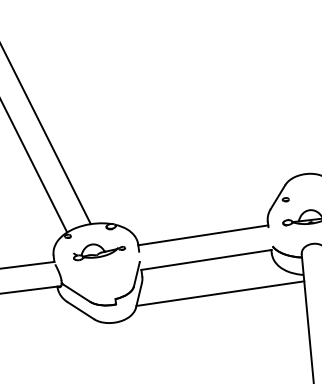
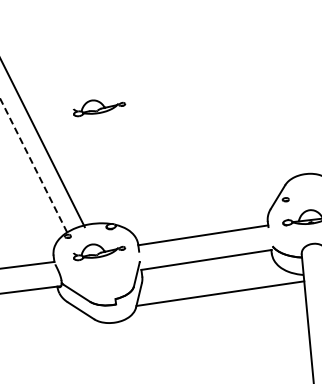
part at (99, 108): none -> present
line at (46, 135) position: (46, 135) -> (43, 144)
line at (33, 165): solid -> dashed
